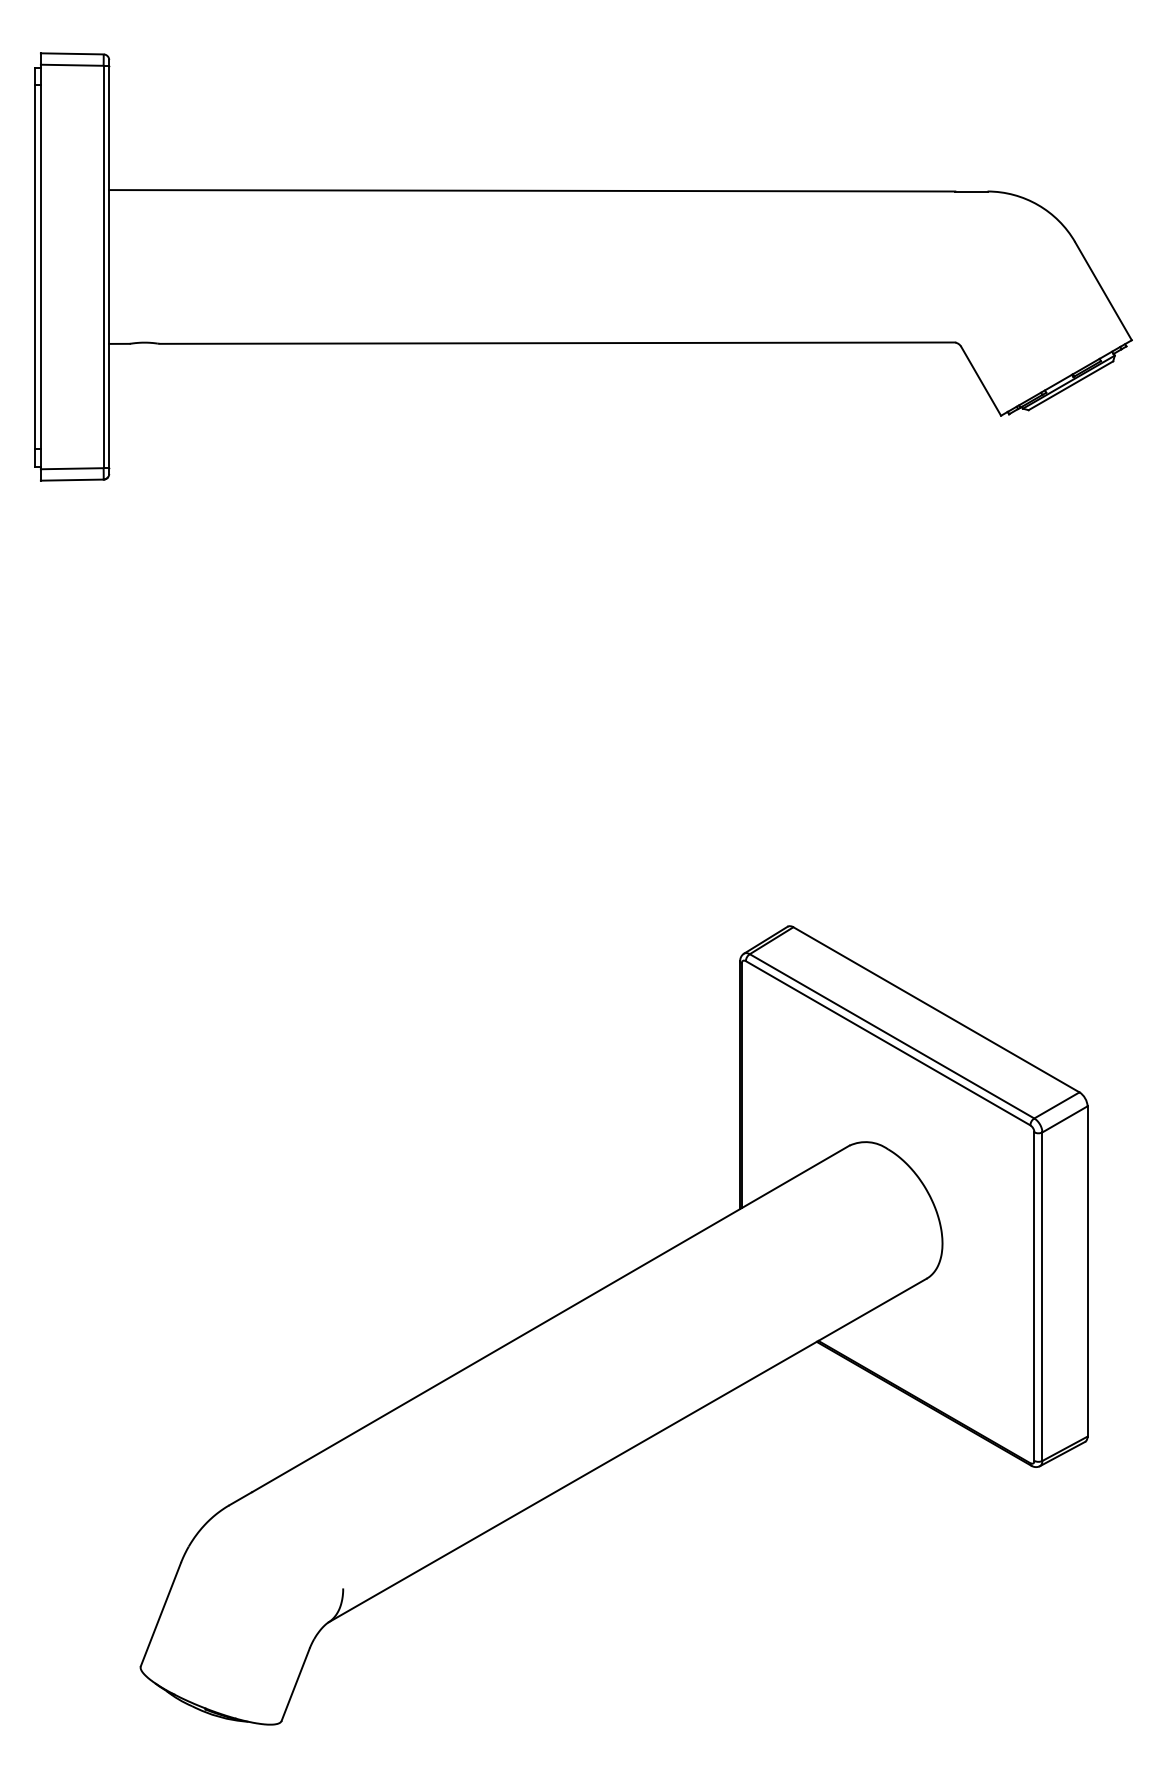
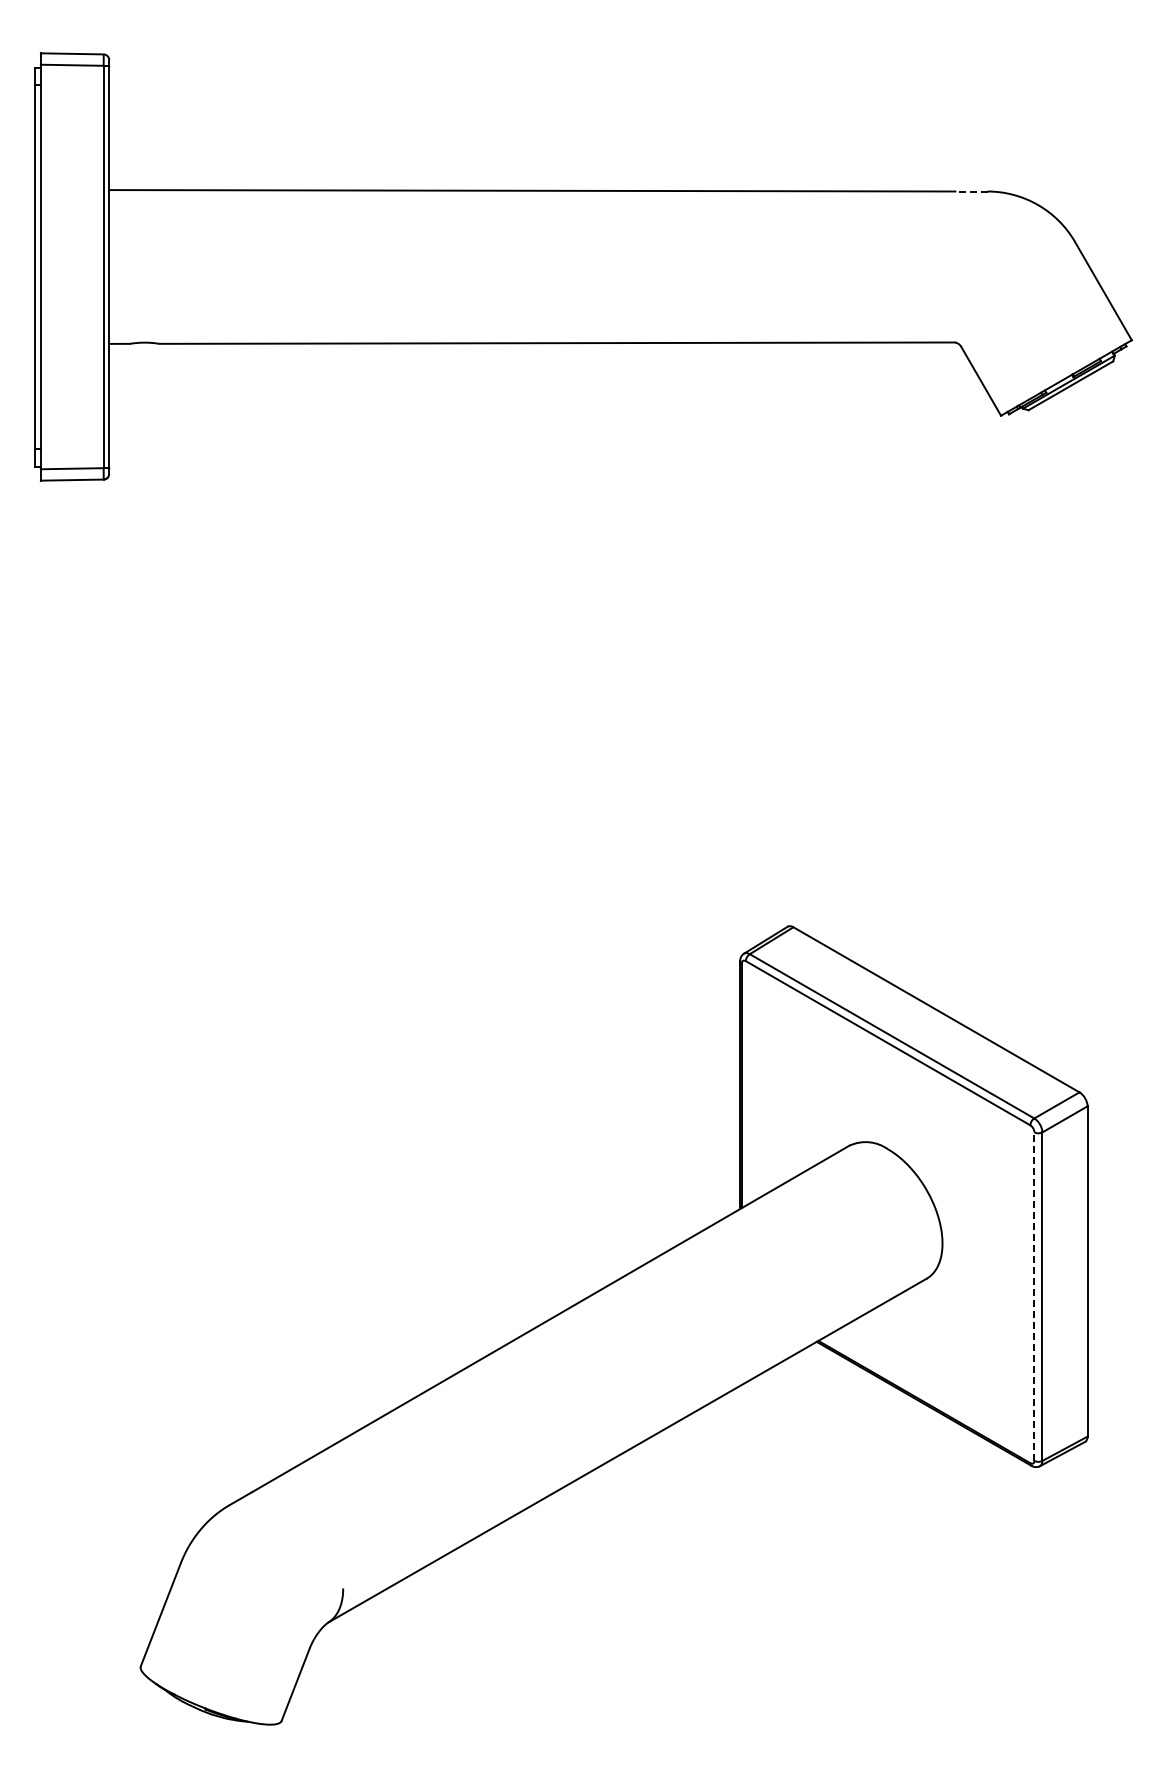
line at (970, 191): solid -> dashed
line at (1034, 1296): solid -> dashed
